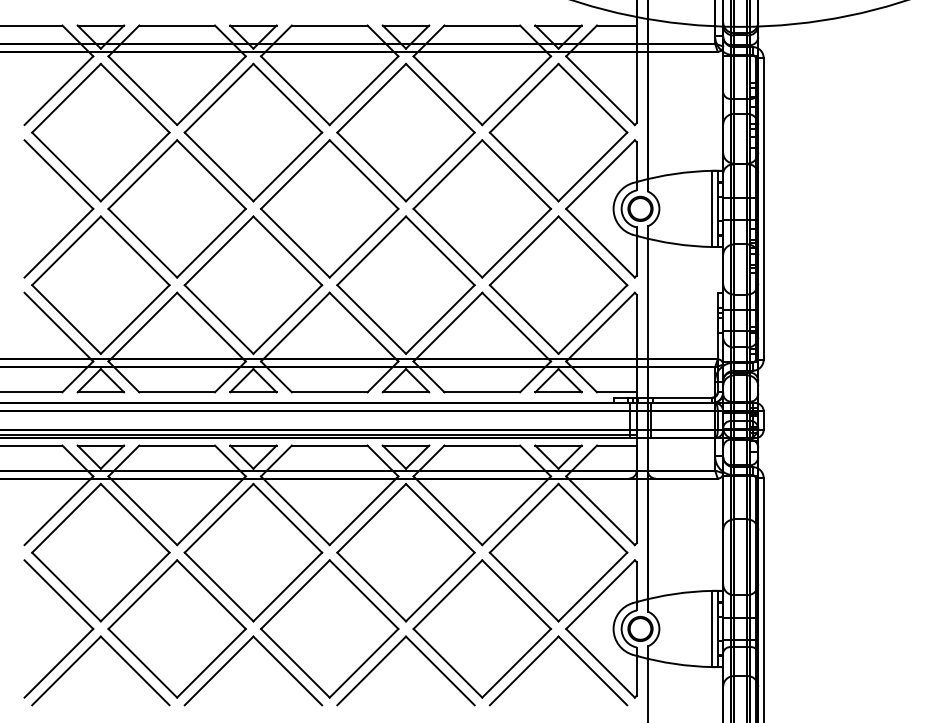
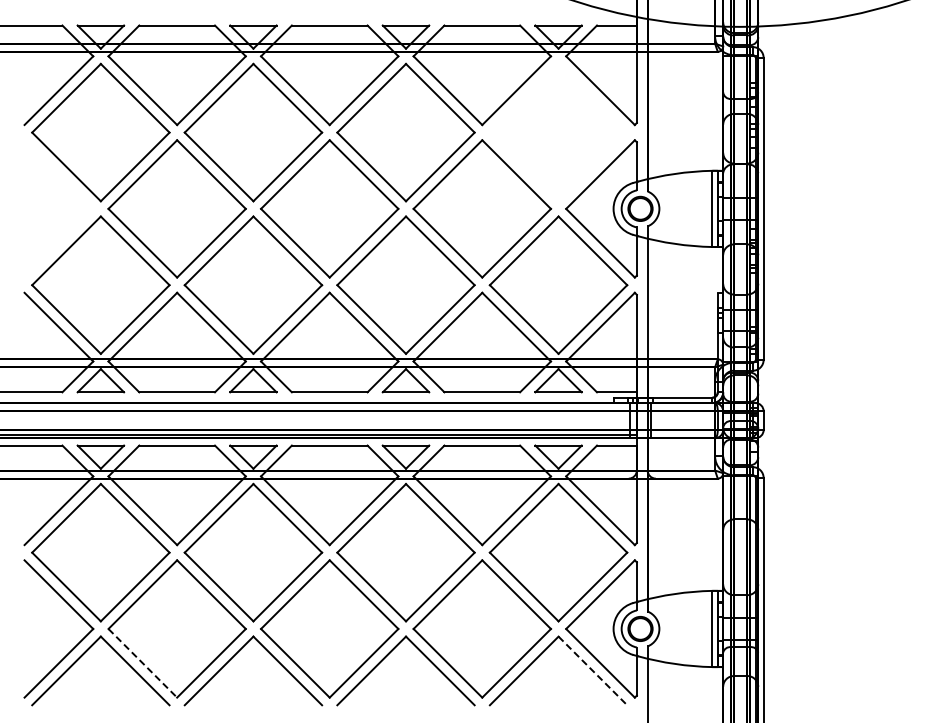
part at (558, 132): present -> none
part at (74, 191): present -> none
line at (142, 663): solid -> dashed
line at (592, 670): solid -> dashed
